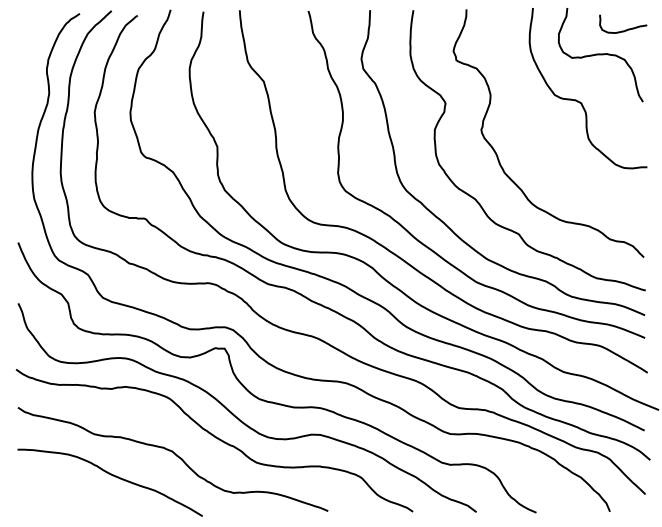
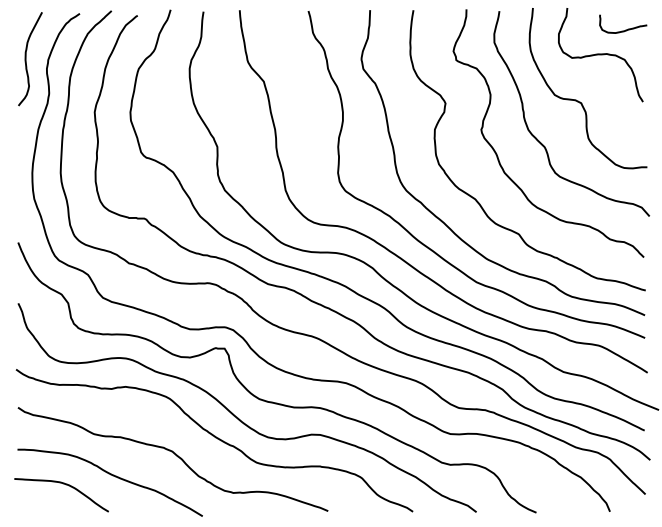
curve at (26, 59): none -> present
curve at (541, 142): none -> present
curve at (63, 484): none -> present
